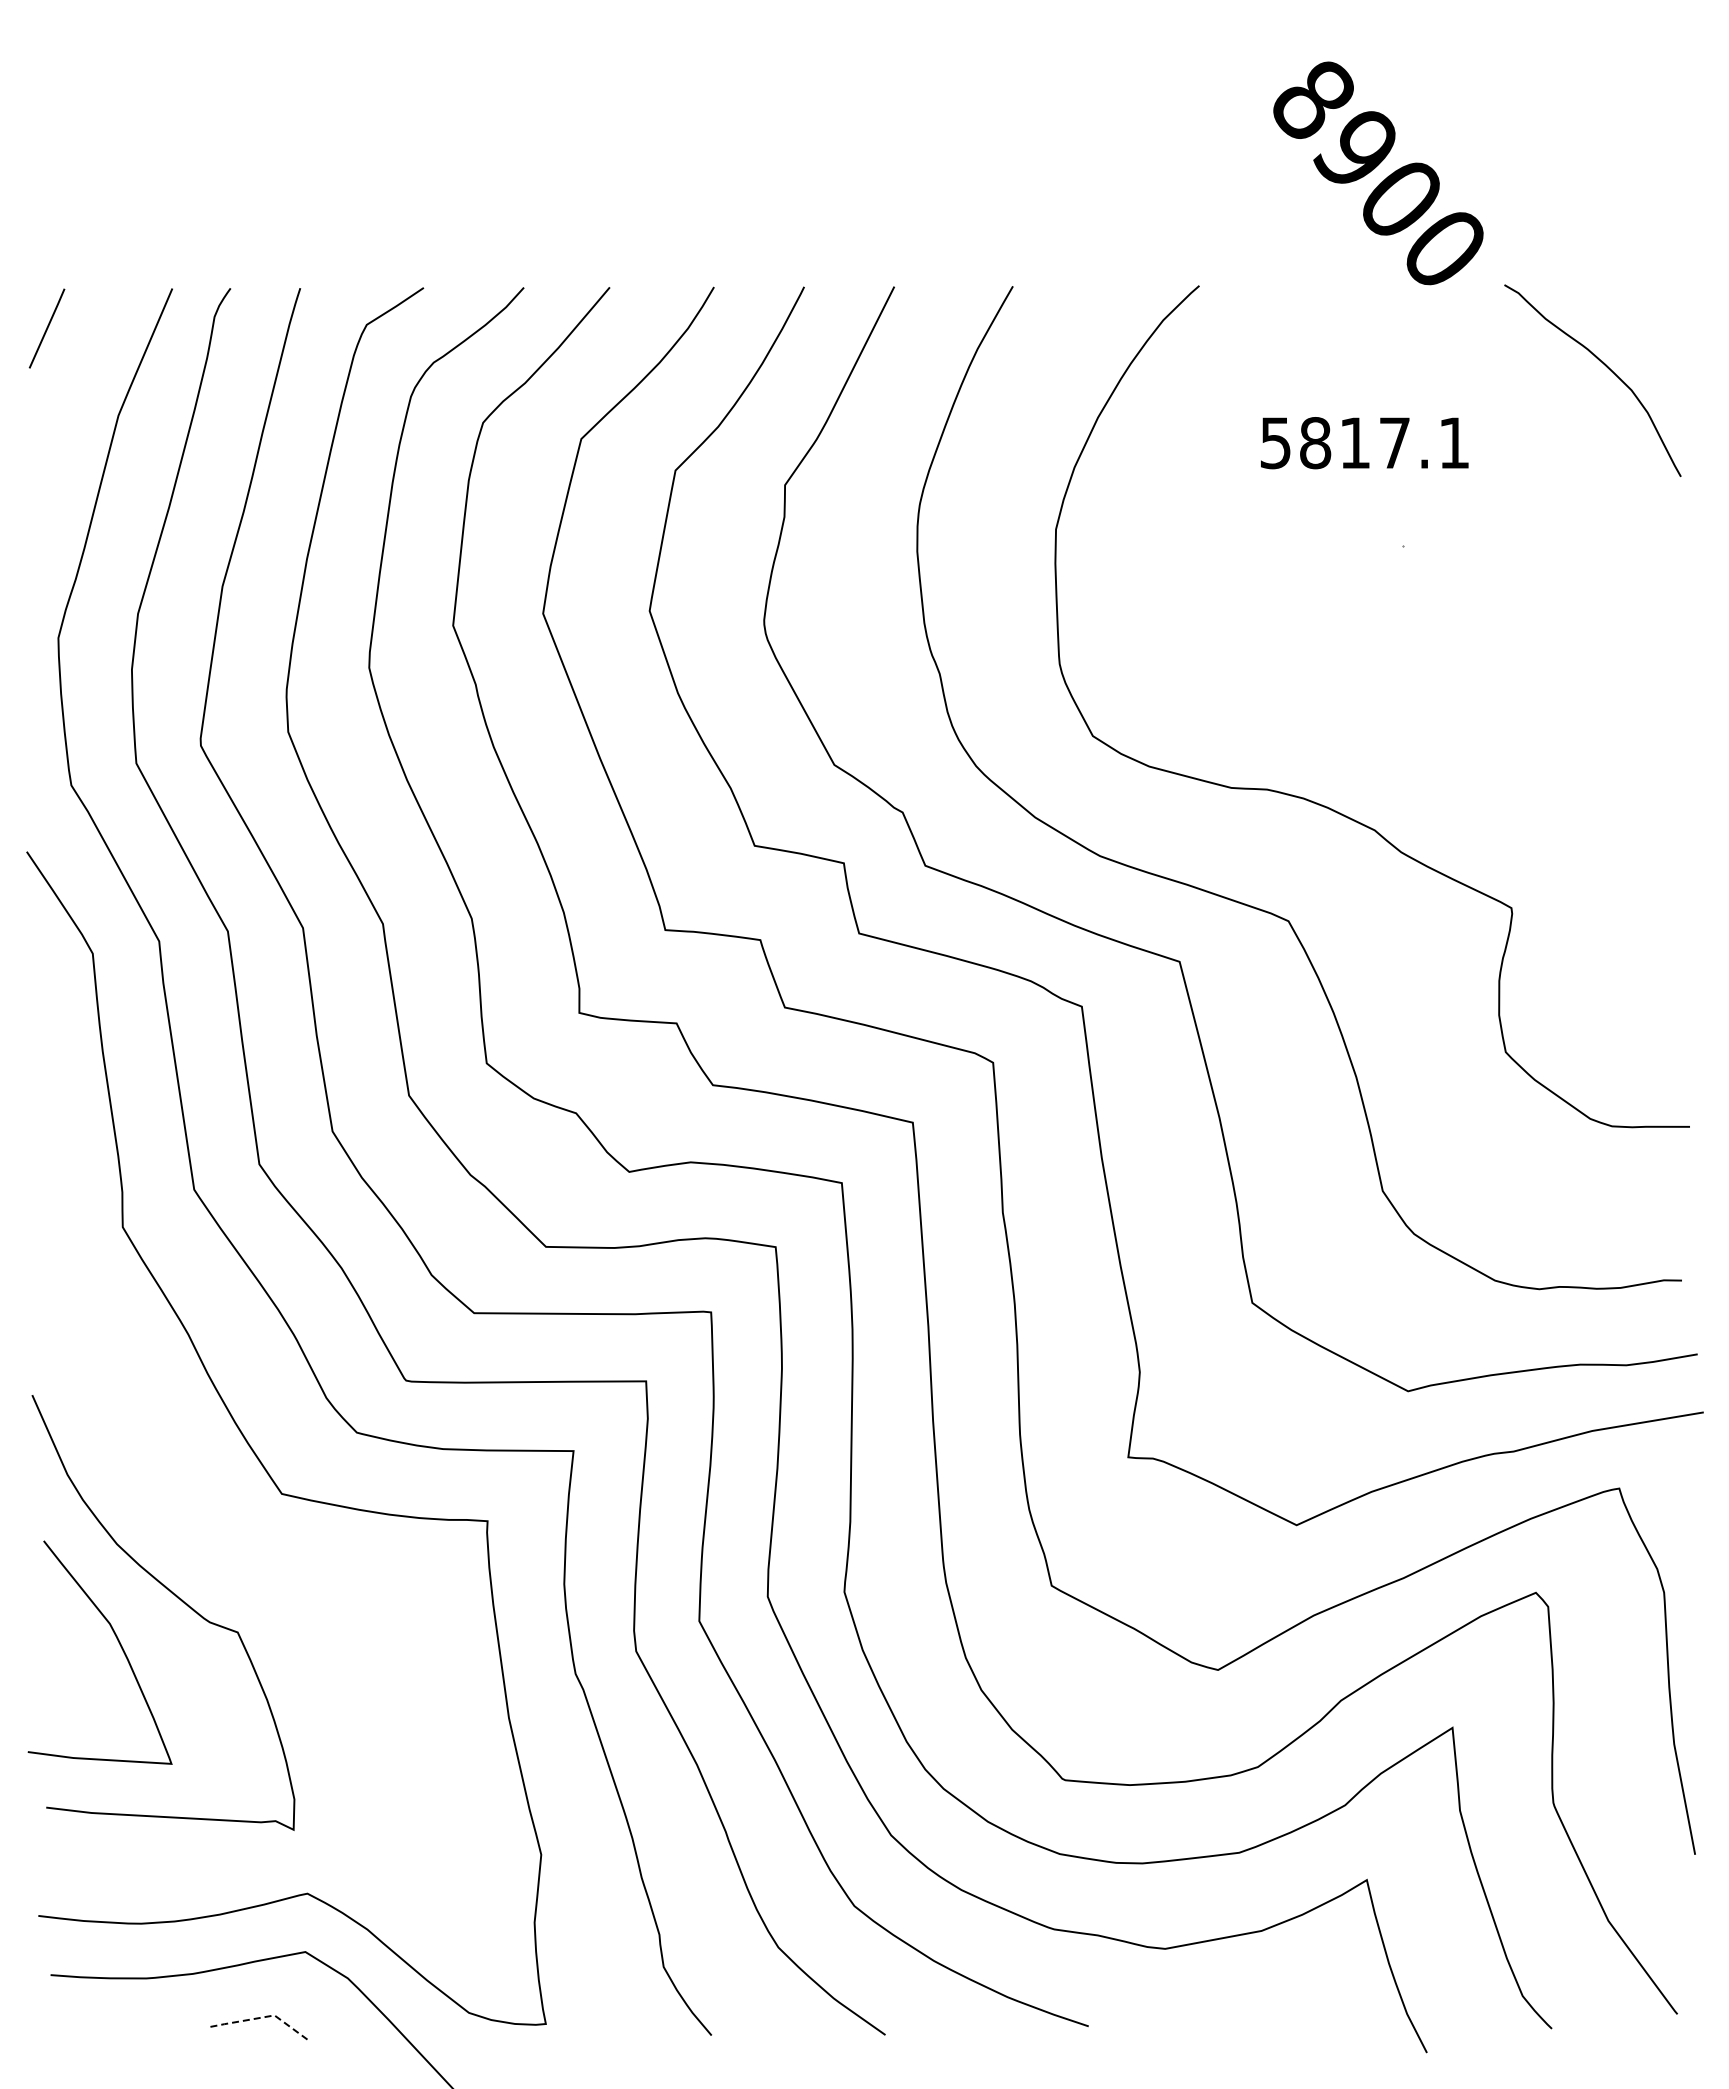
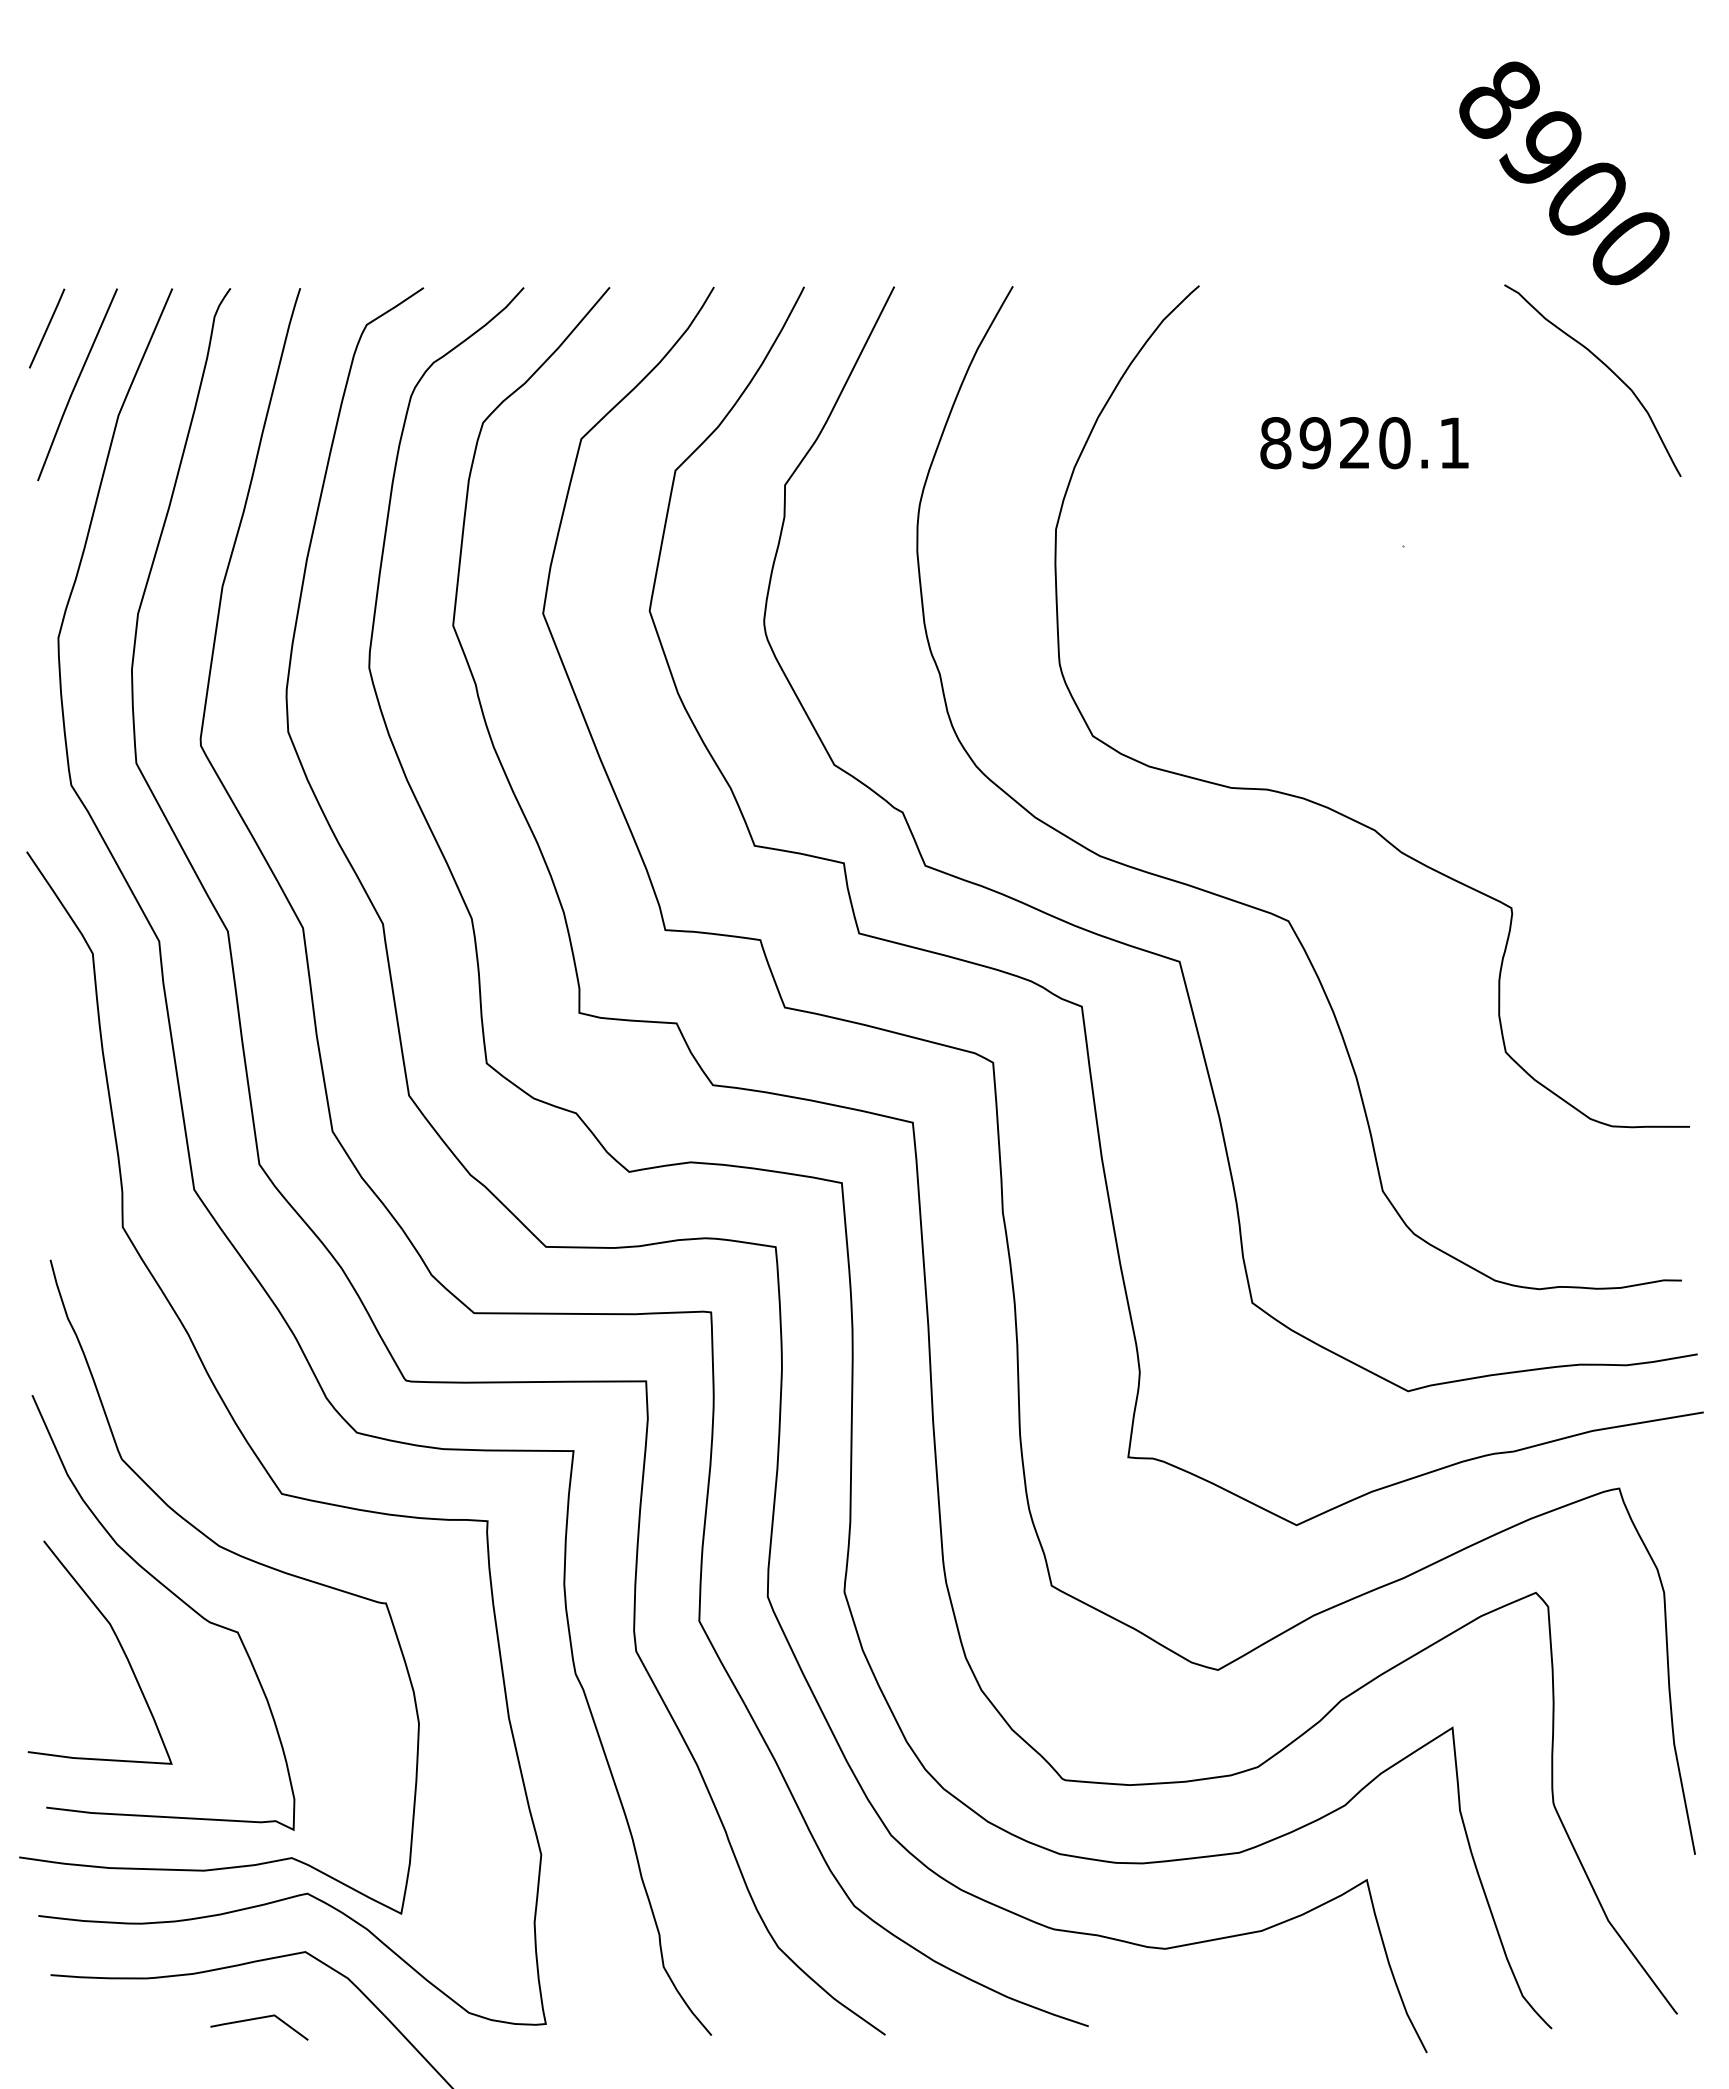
text at (1378, 173) position: (1378, 173) -> (1564, 173)
line at (77, 383): none -> present
text at (1335, 443): 5817.1 -> 8920.1
curve at (234, 1554): none -> present
line at (262, 2017): dashed -> solid
